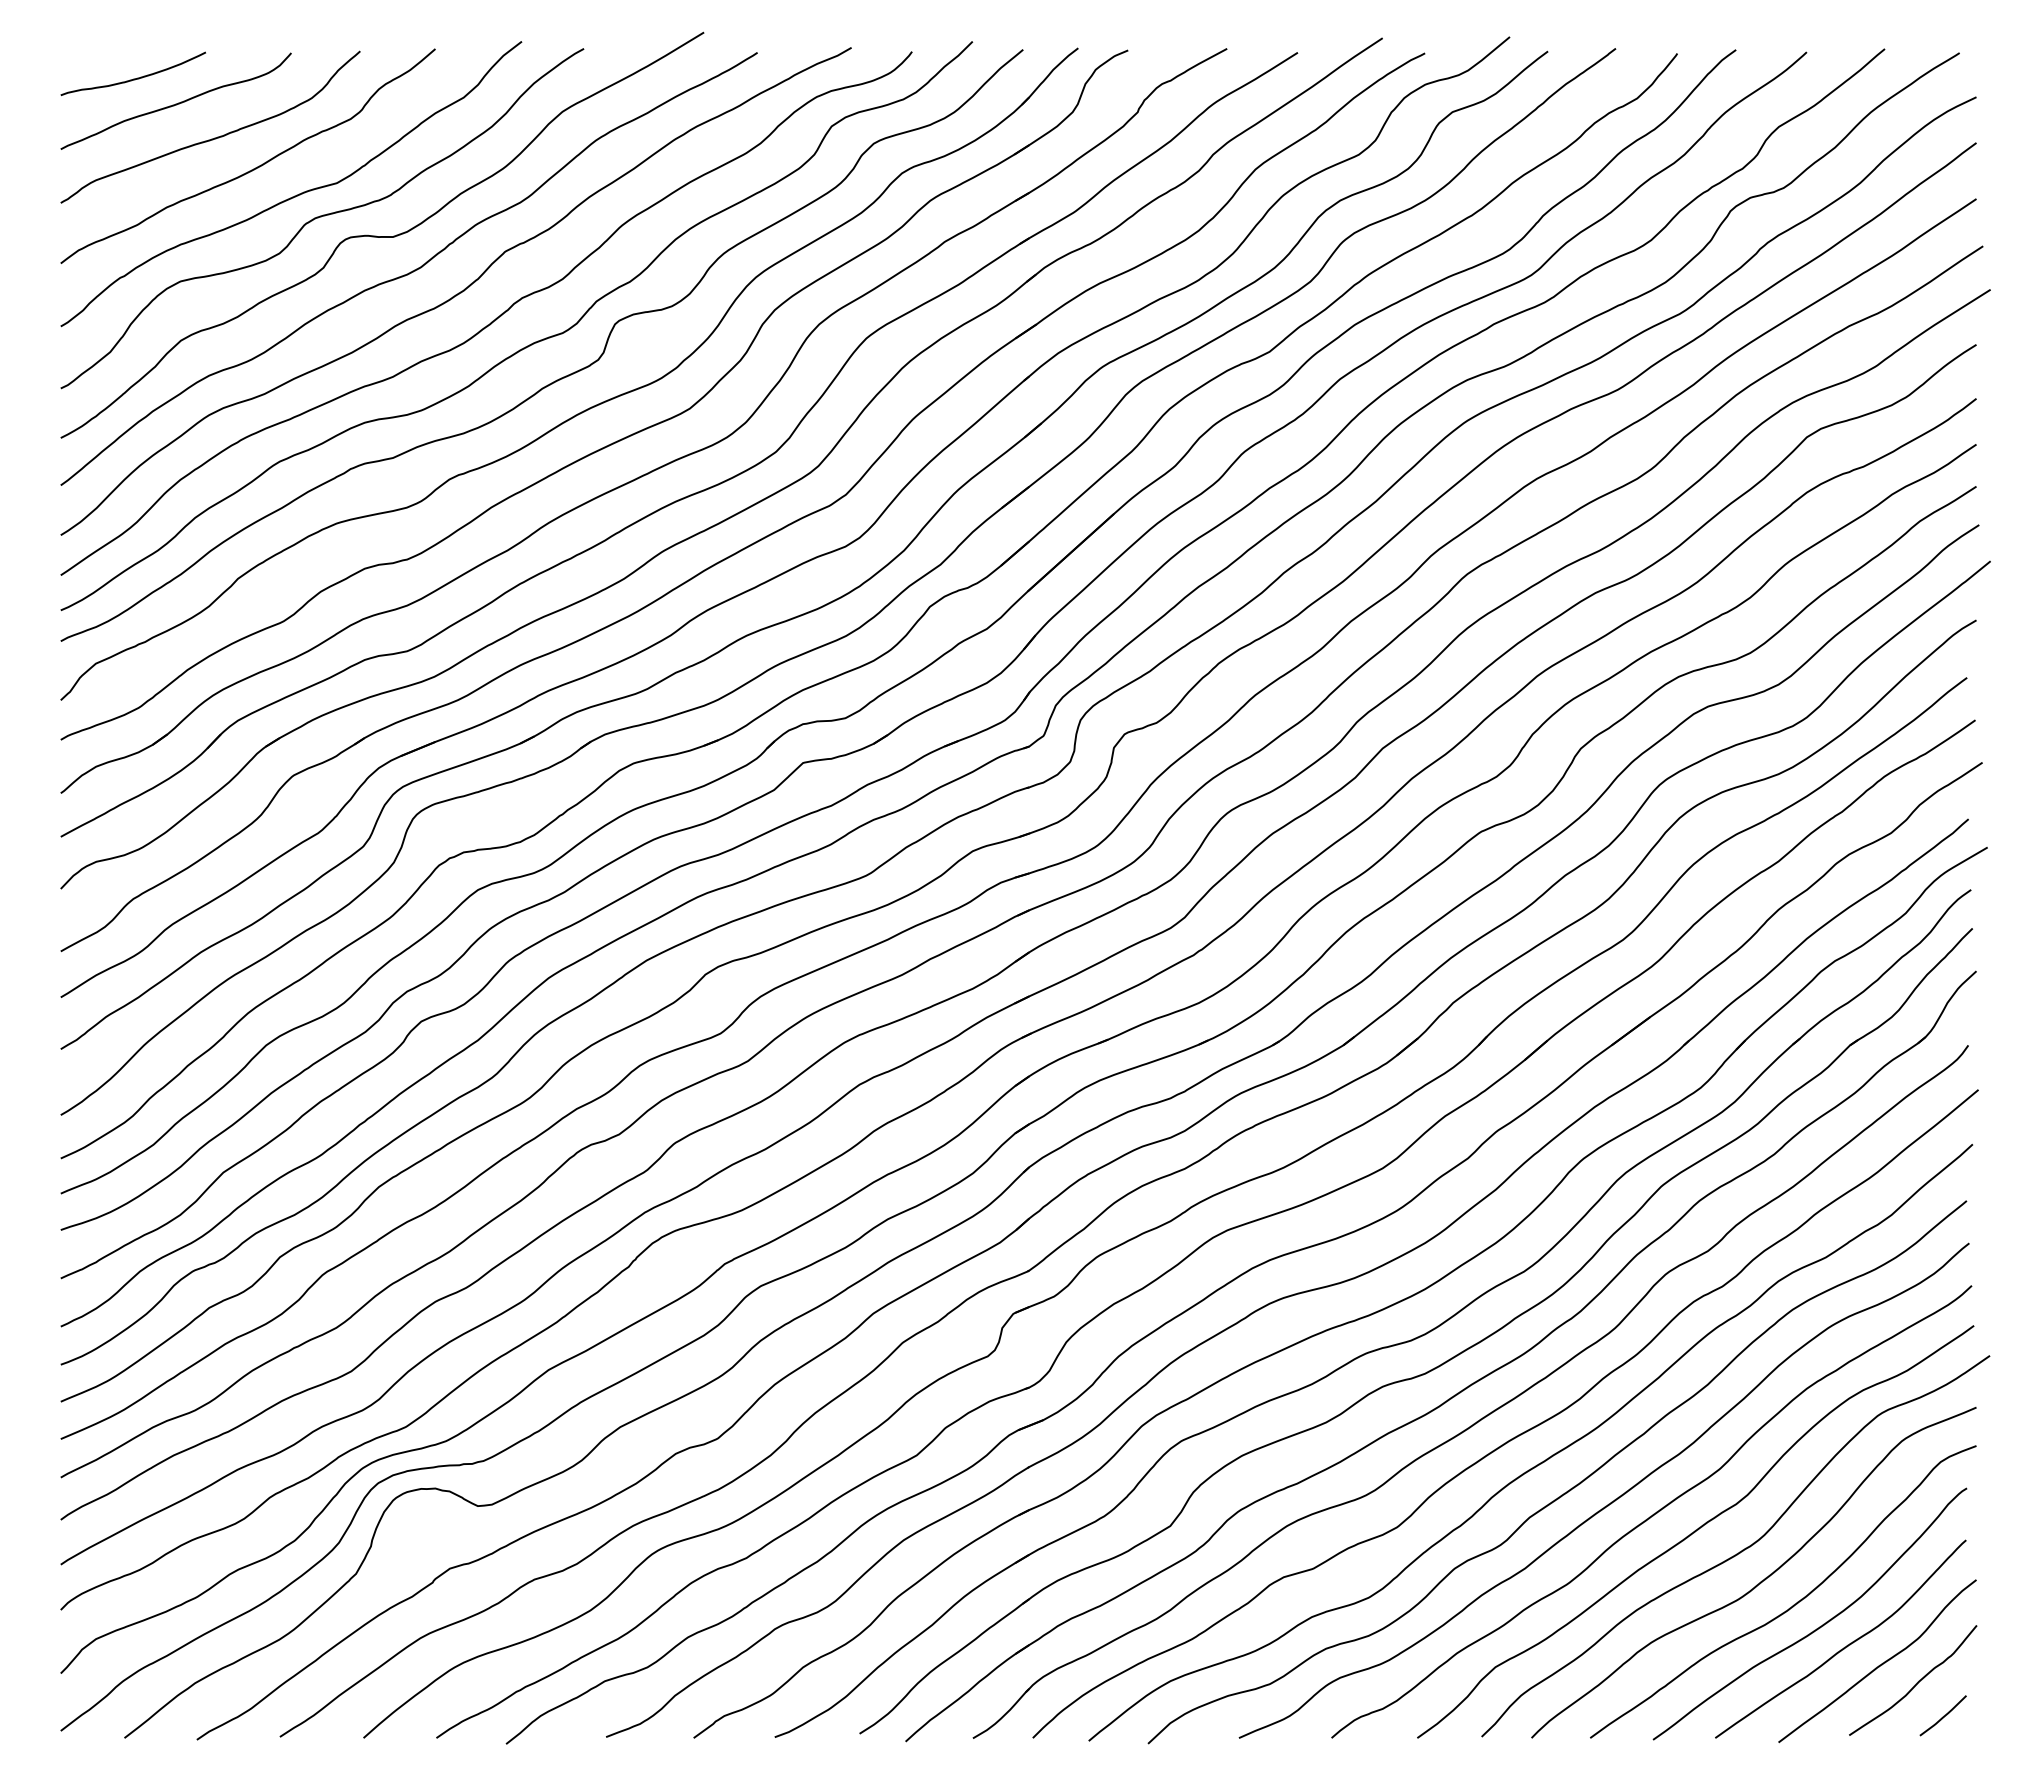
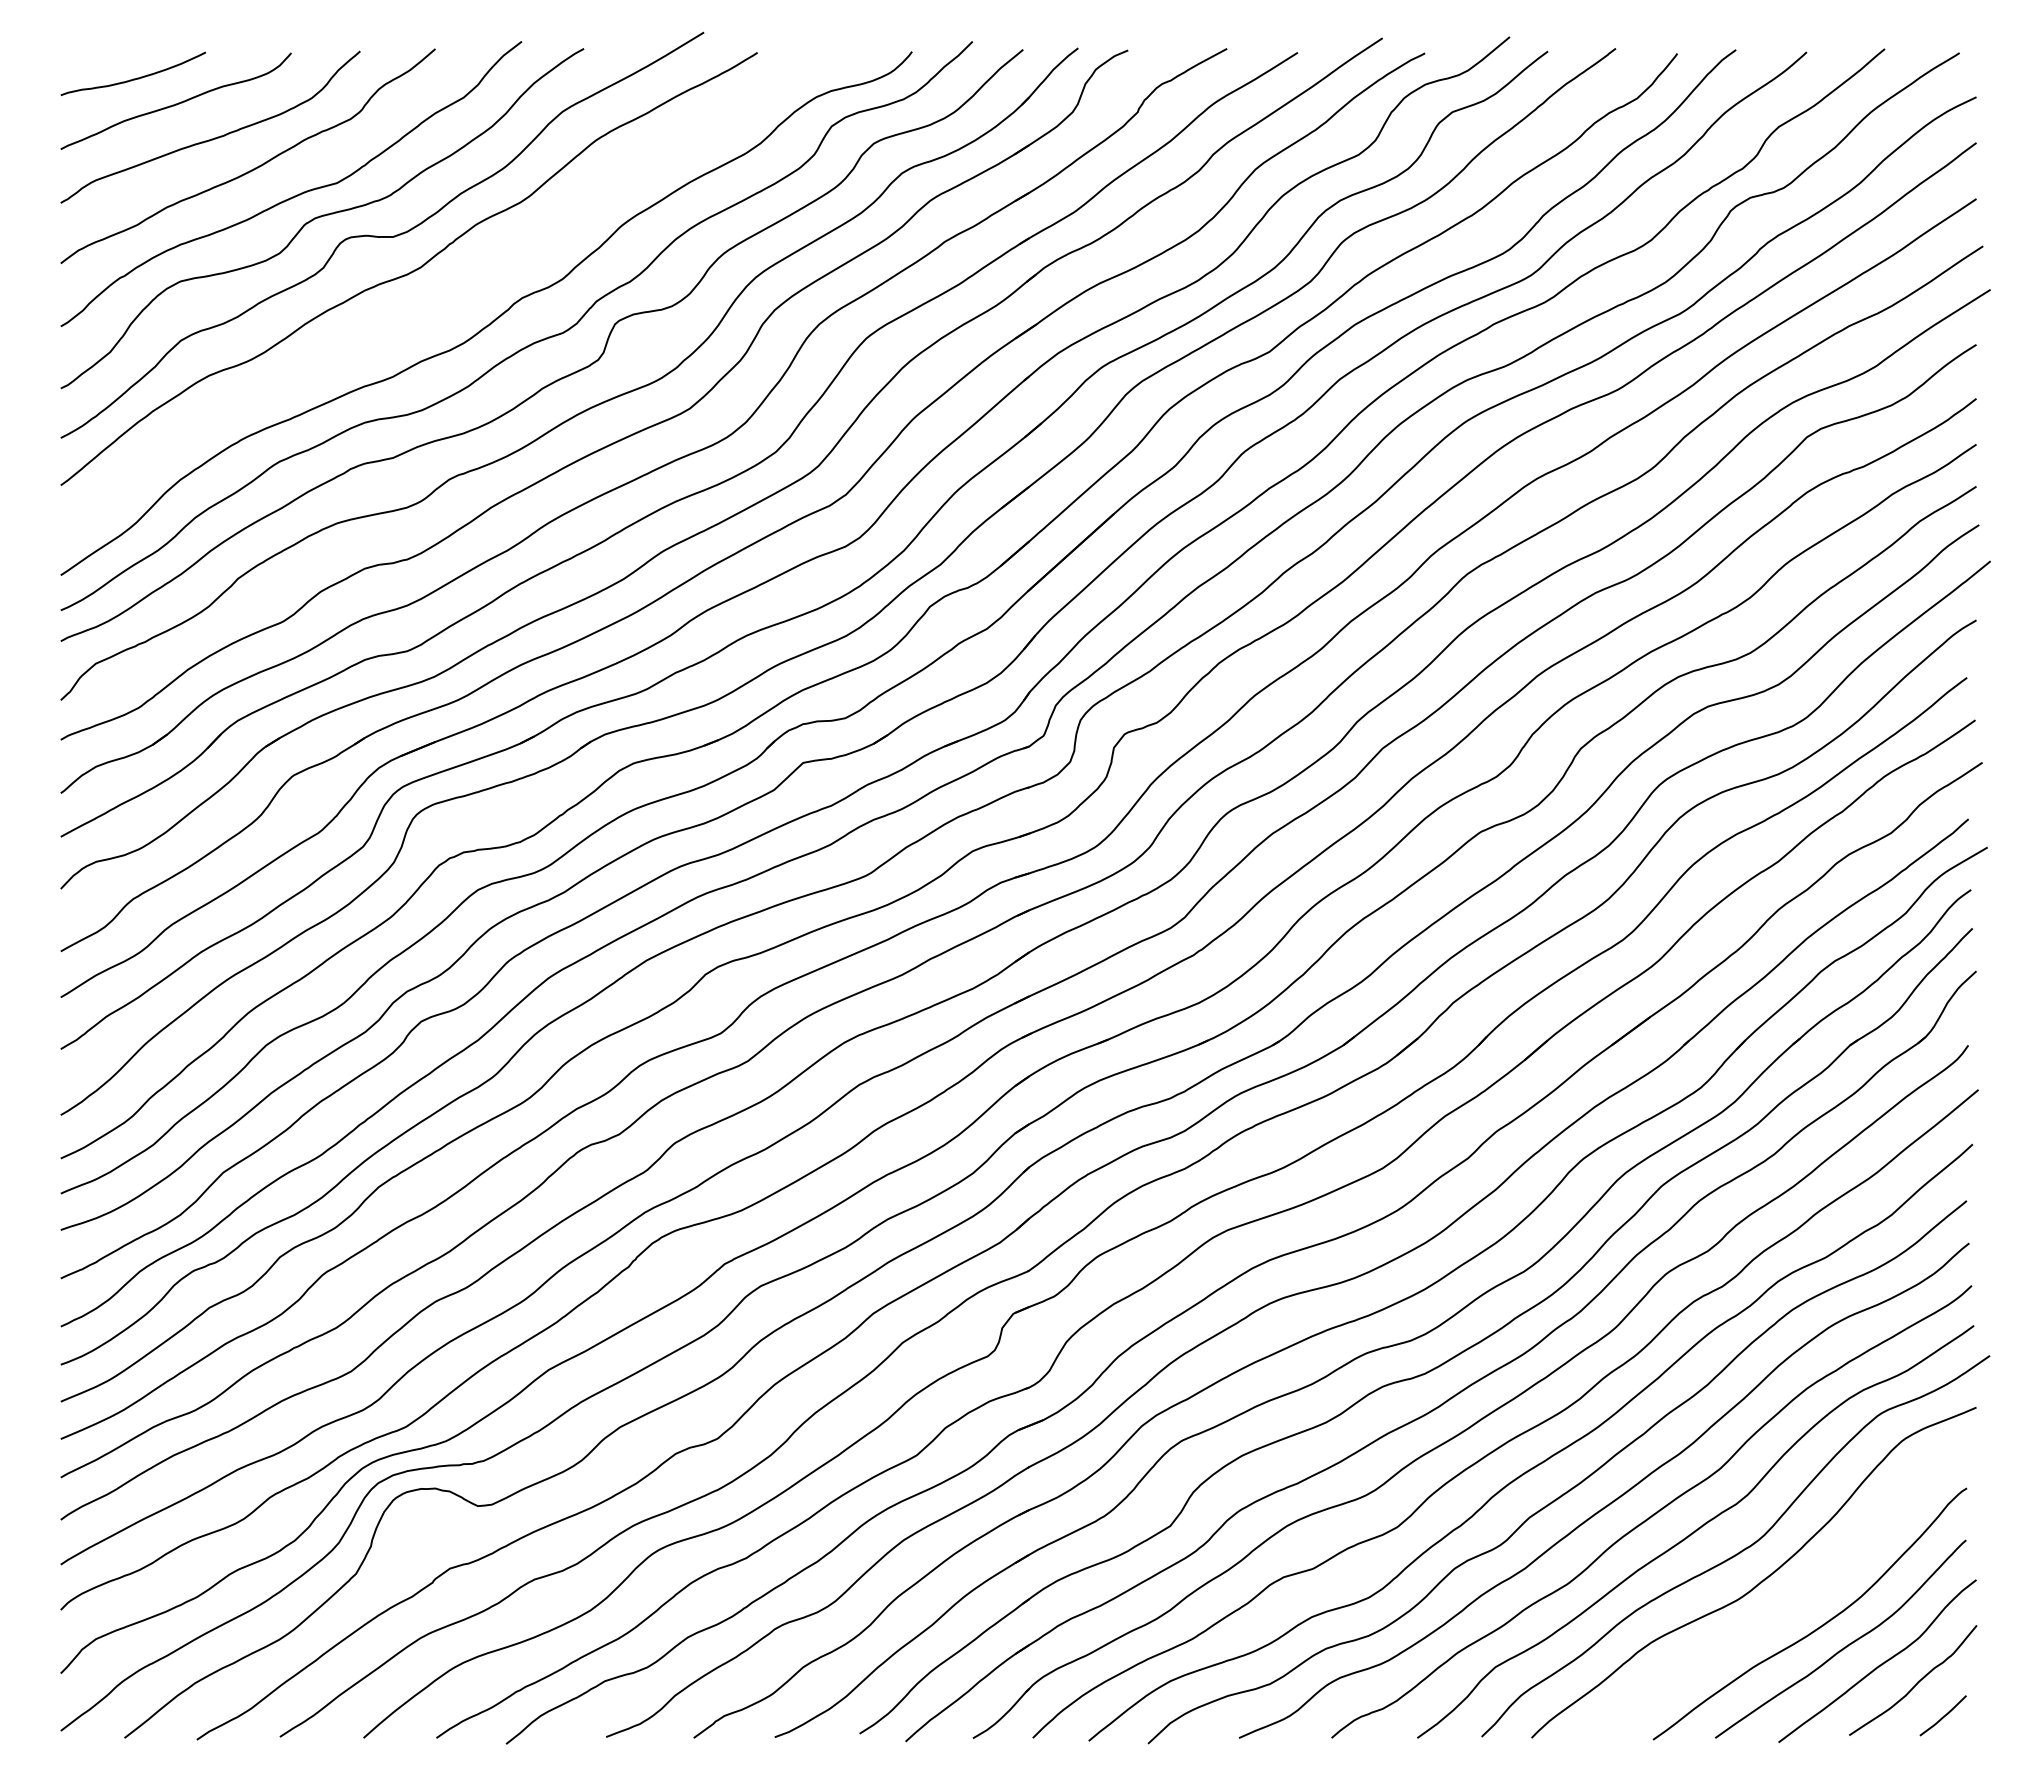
curve at (457, 293): present -> none
curve at (1793, 1604): present -> none
